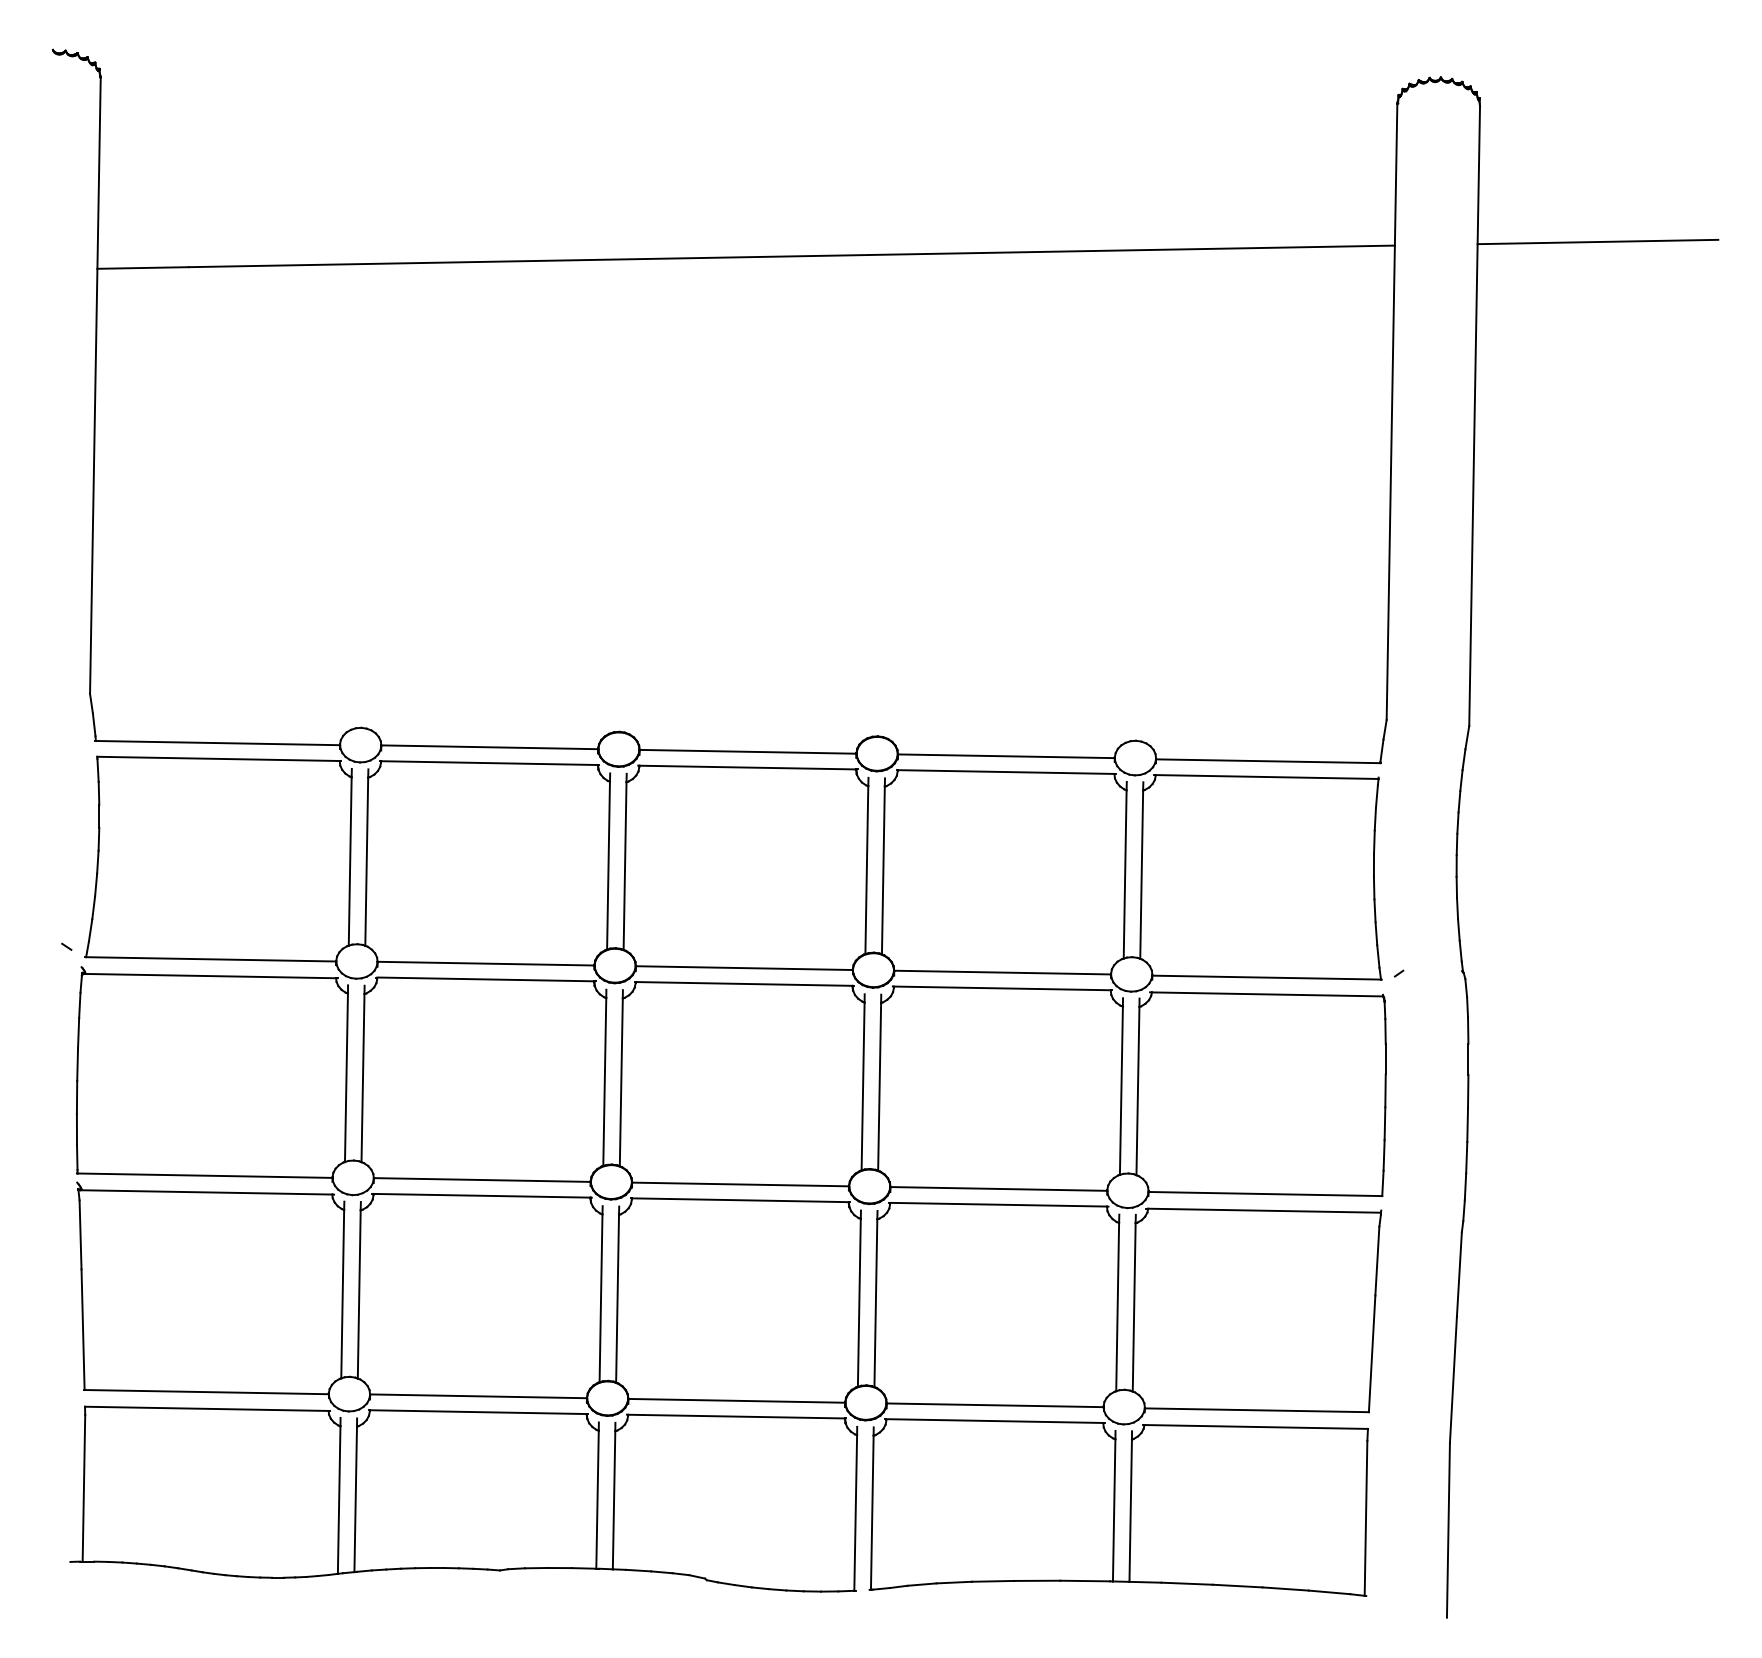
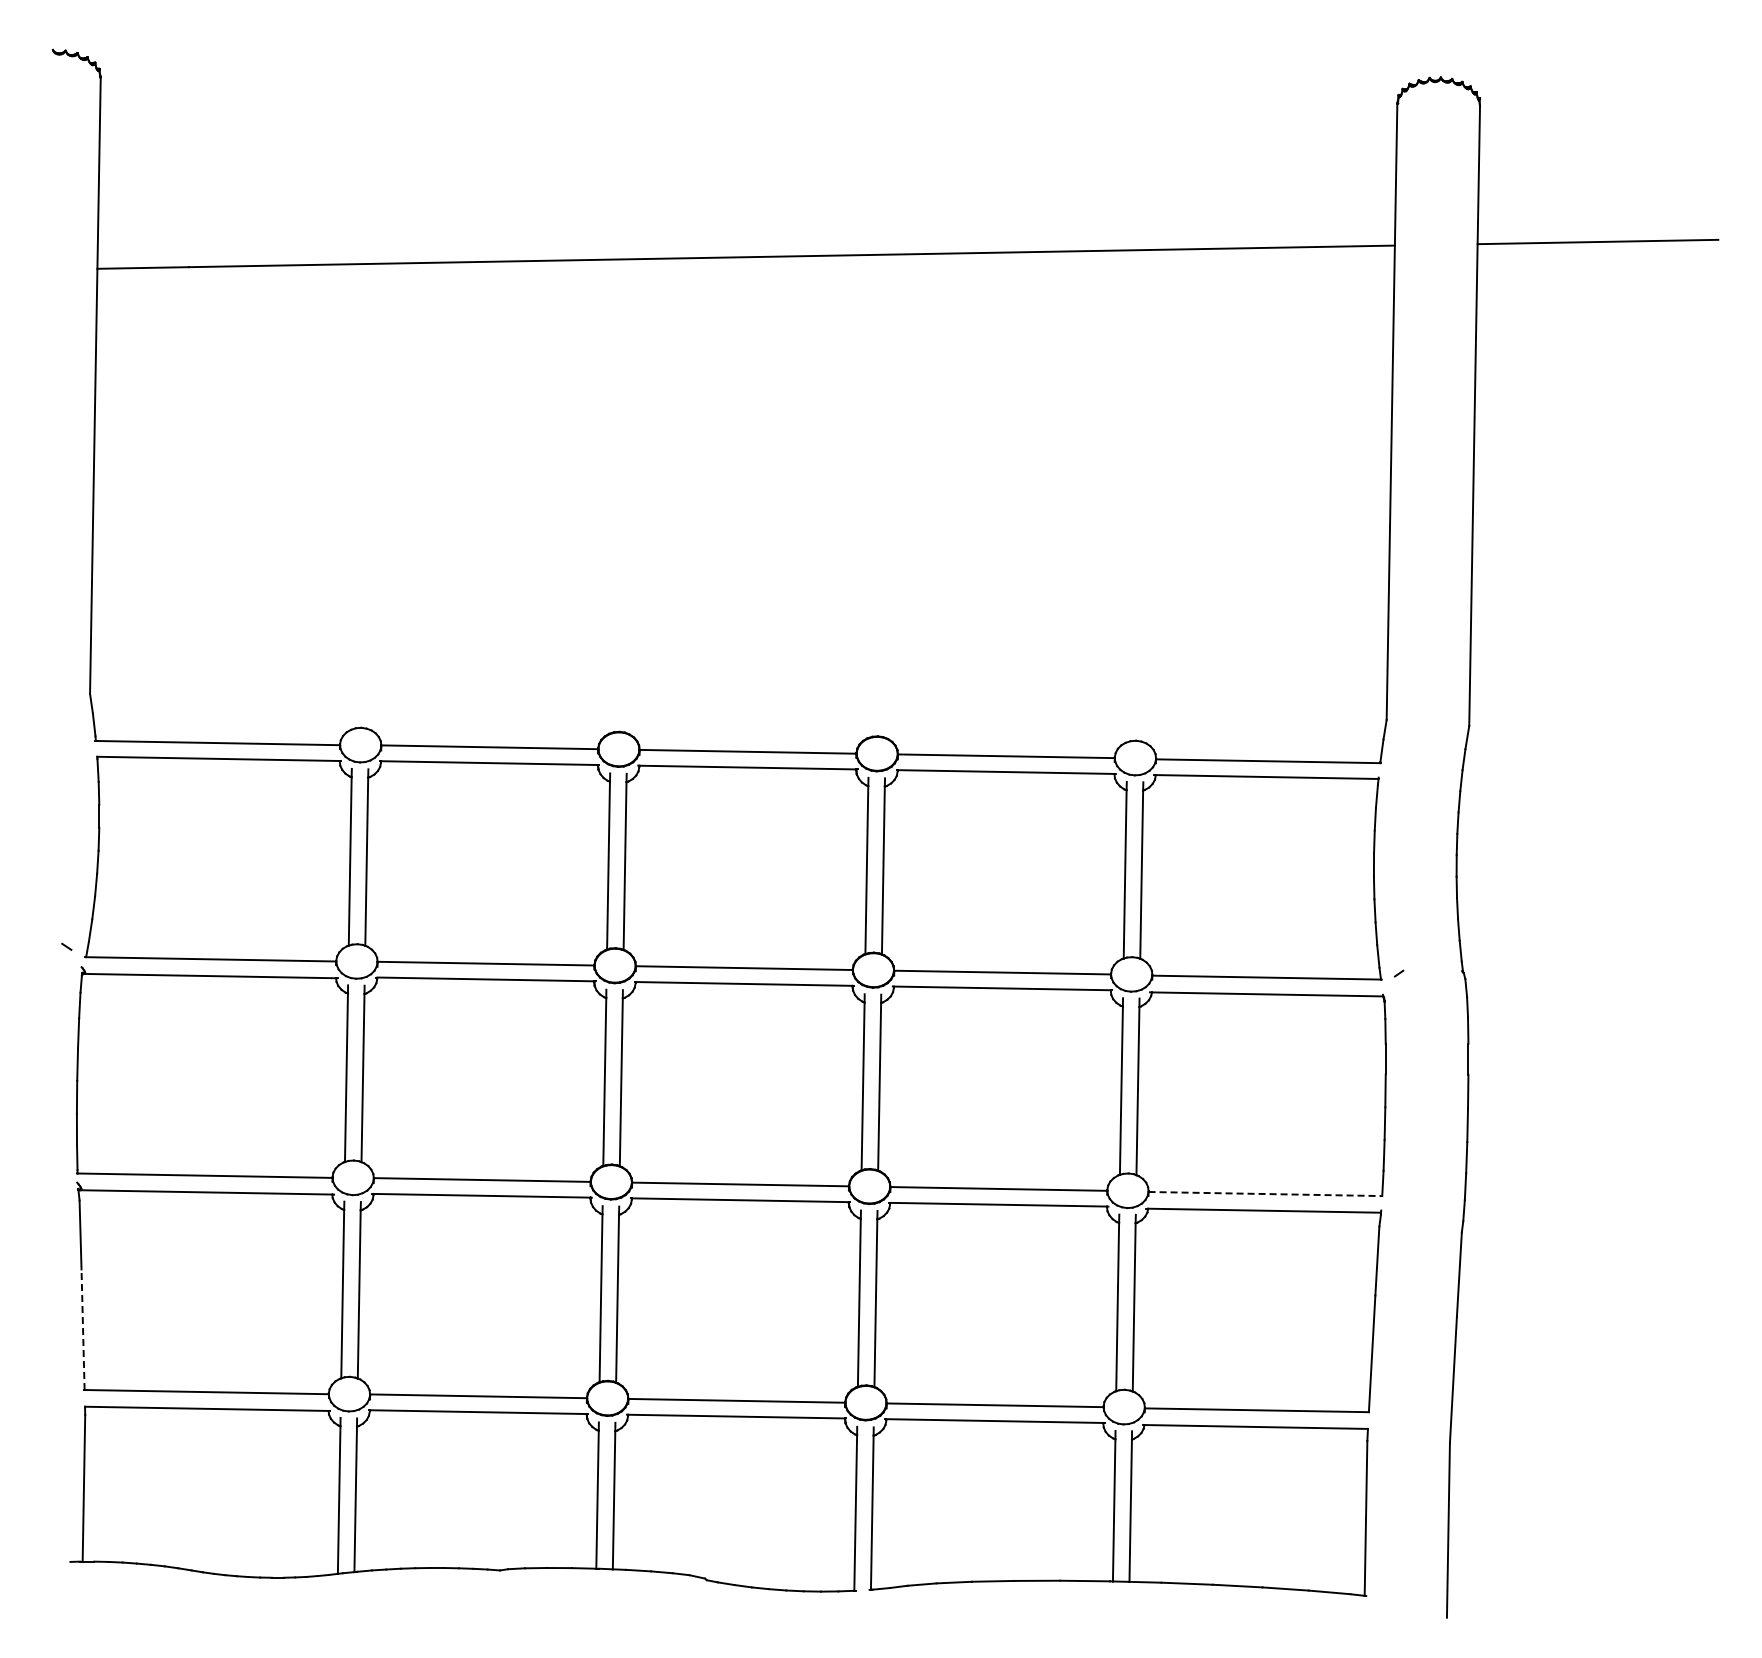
line at (1265, 1194): solid -> dashed
line at (83, 1329): solid -> dashed
